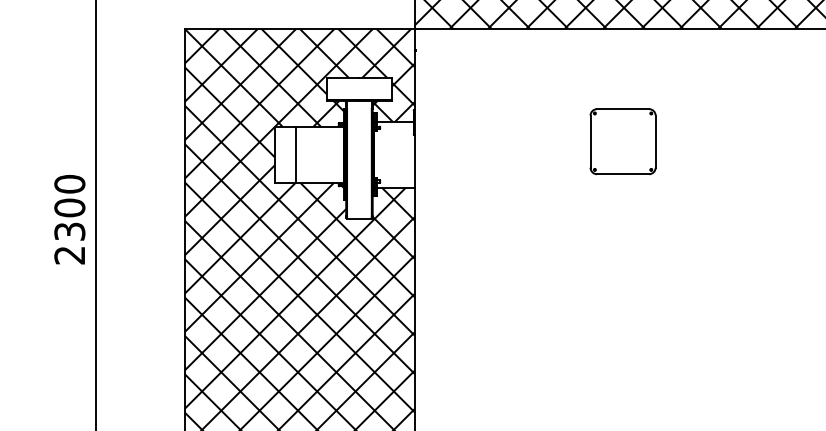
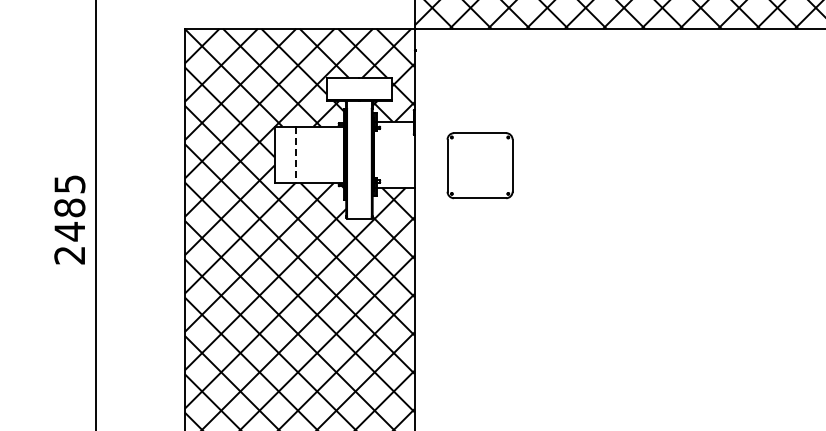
part at (622, 141) position: (622, 141) -> (479, 165)
line at (296, 155): solid -> dashed
text at (69, 208): 2300 -> 2485
